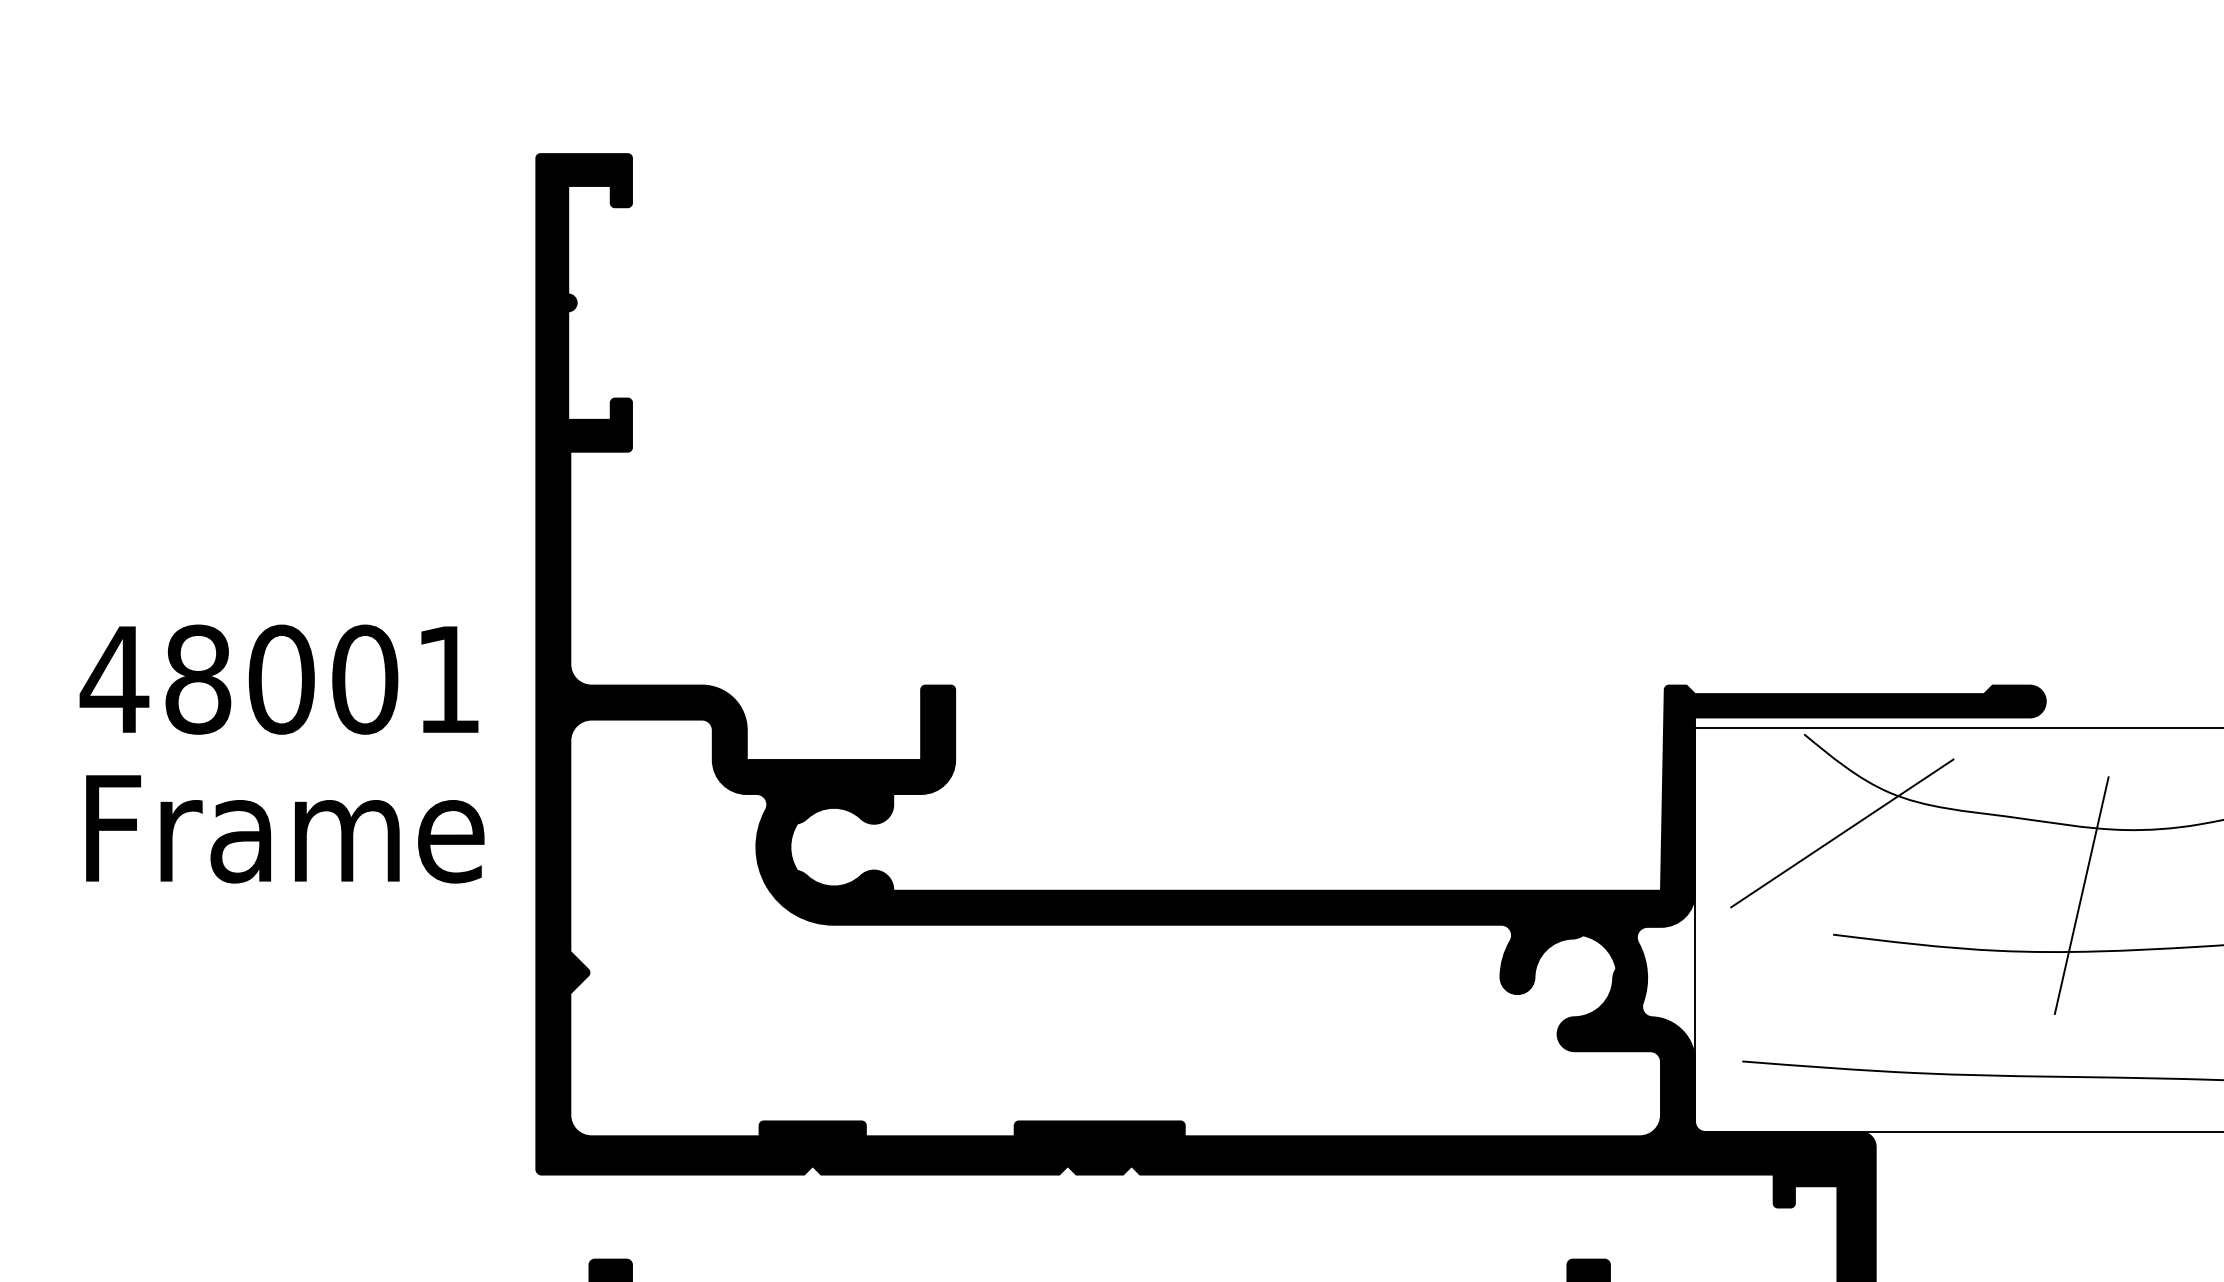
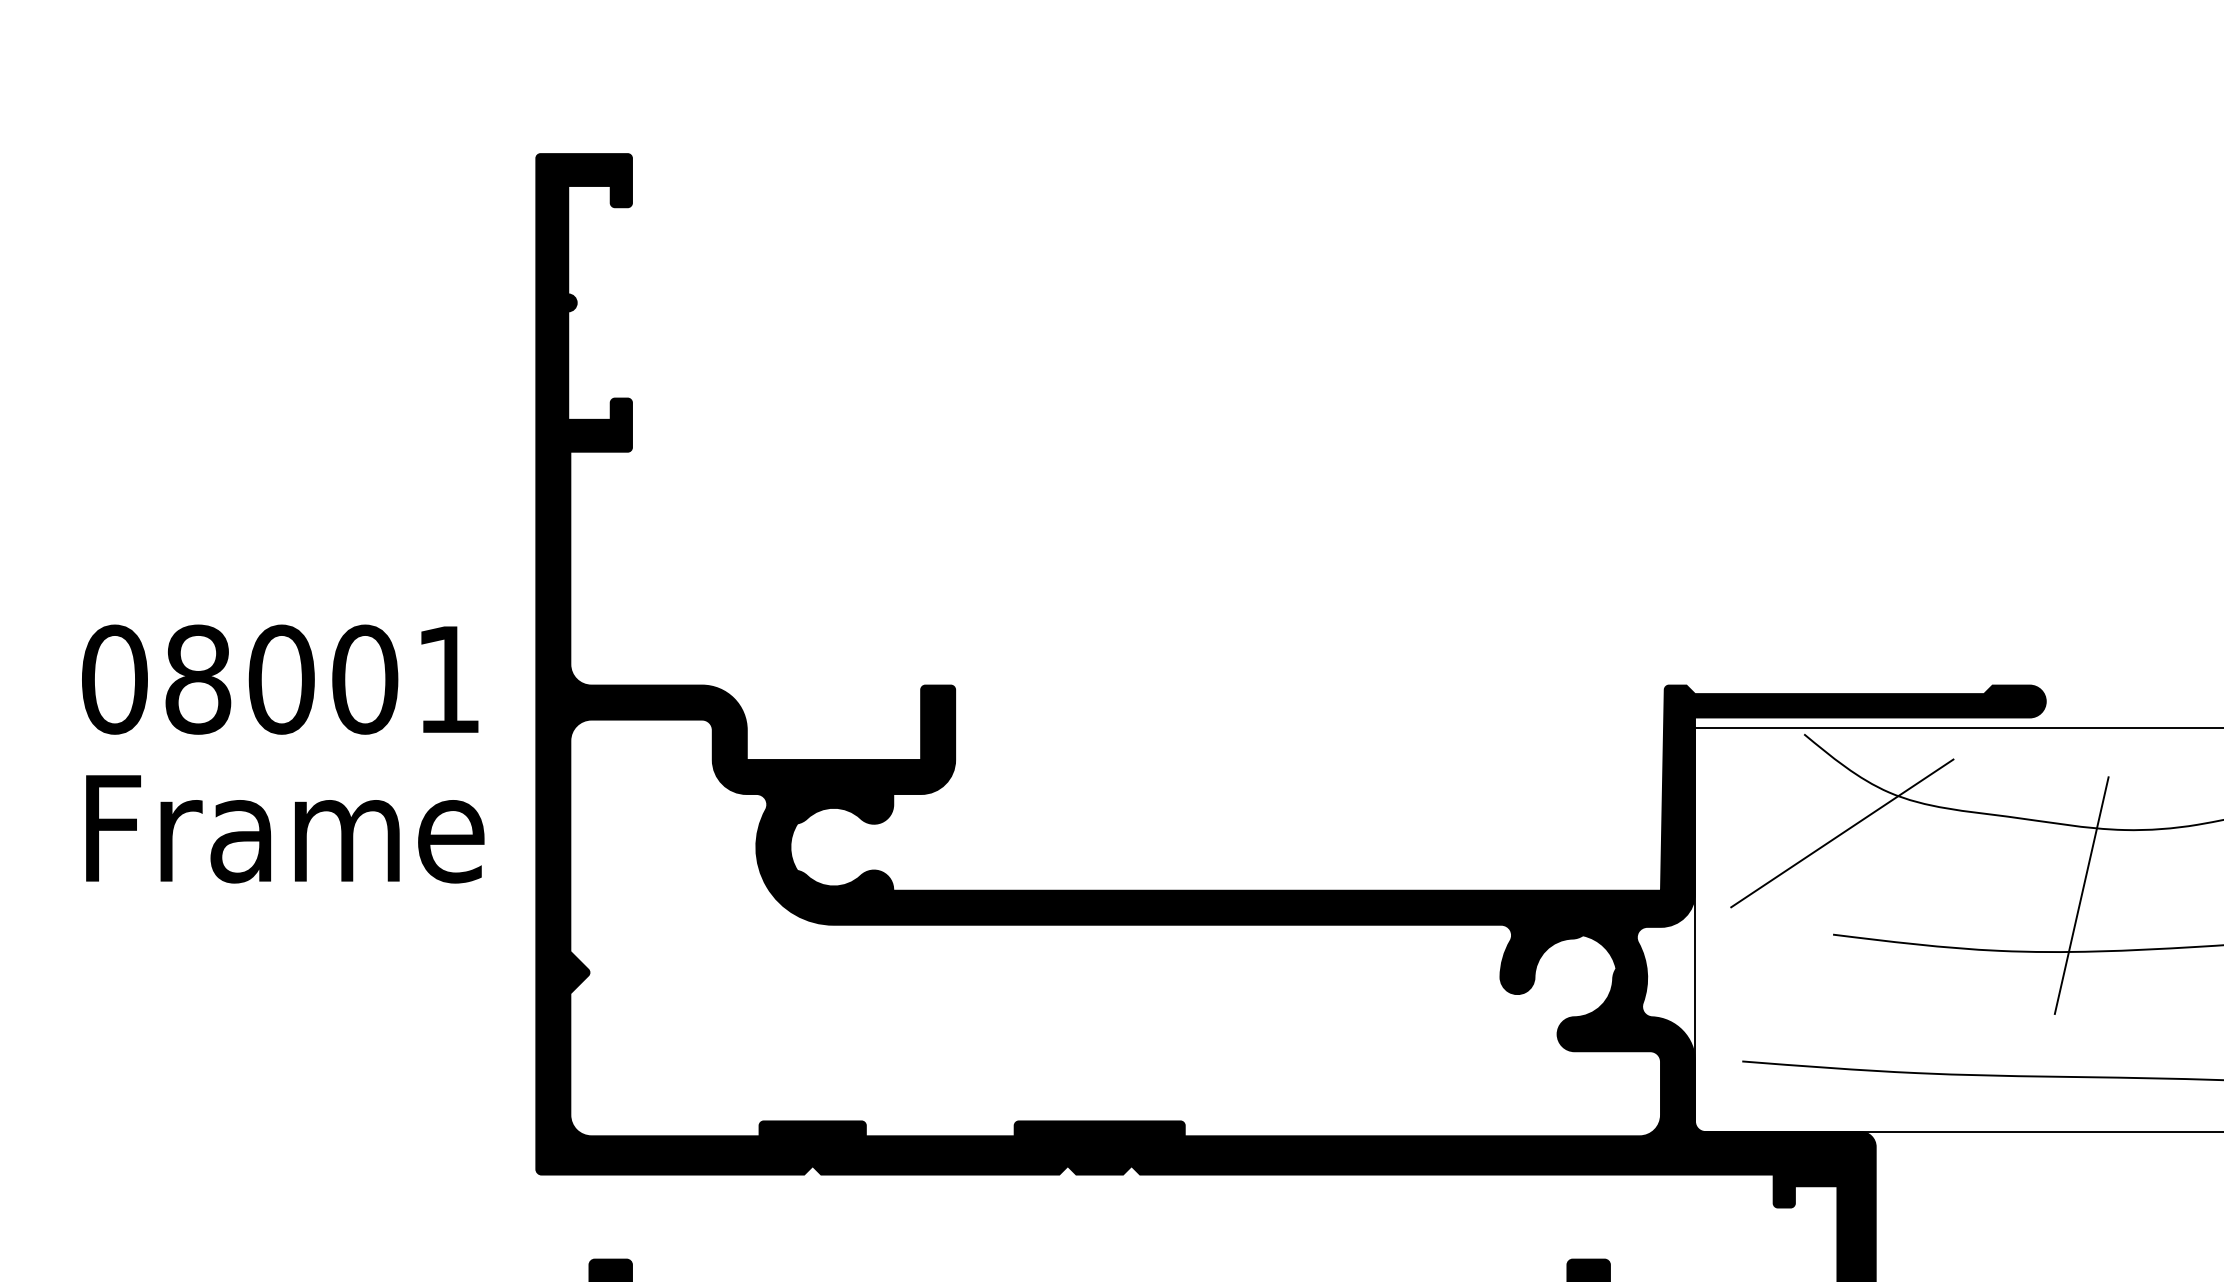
text at (114, 679): 48001 -> 08001
